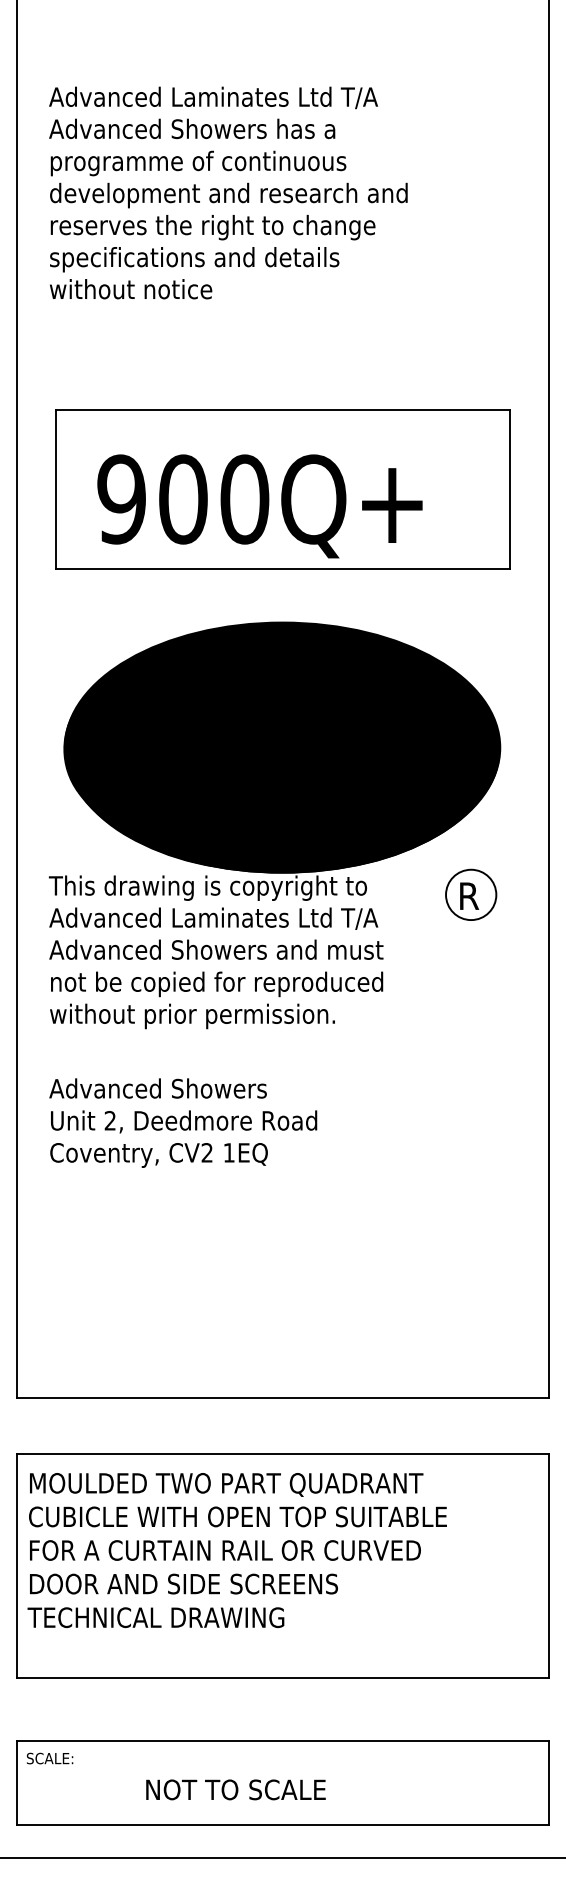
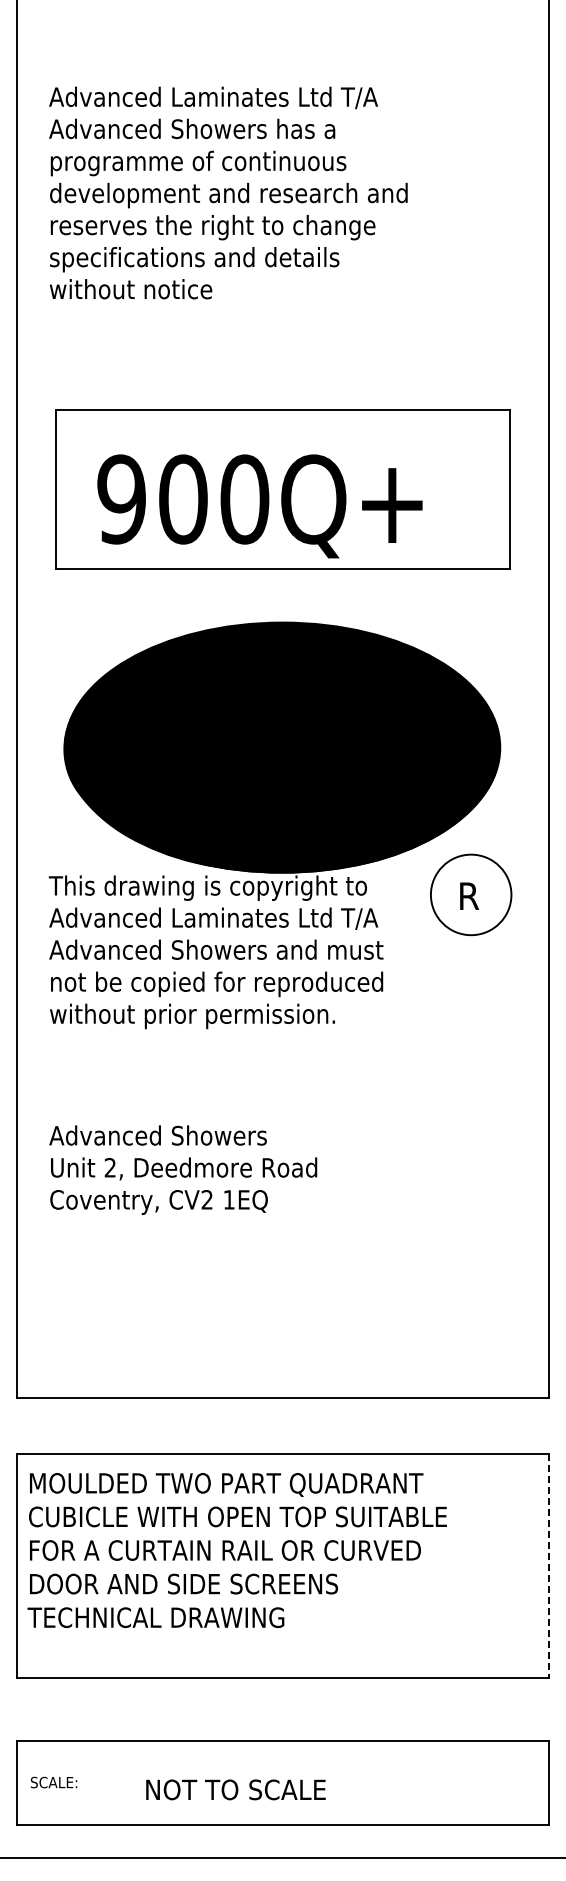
circle at (471, 894) diameter: 50 px -> 81 px
text at (183, 1122) position: (183, 1122) -> (183, 1169)
line at (548, 1566): solid -> dashed
text at (50, 1758) position: (50, 1758) -> (54, 1782)
